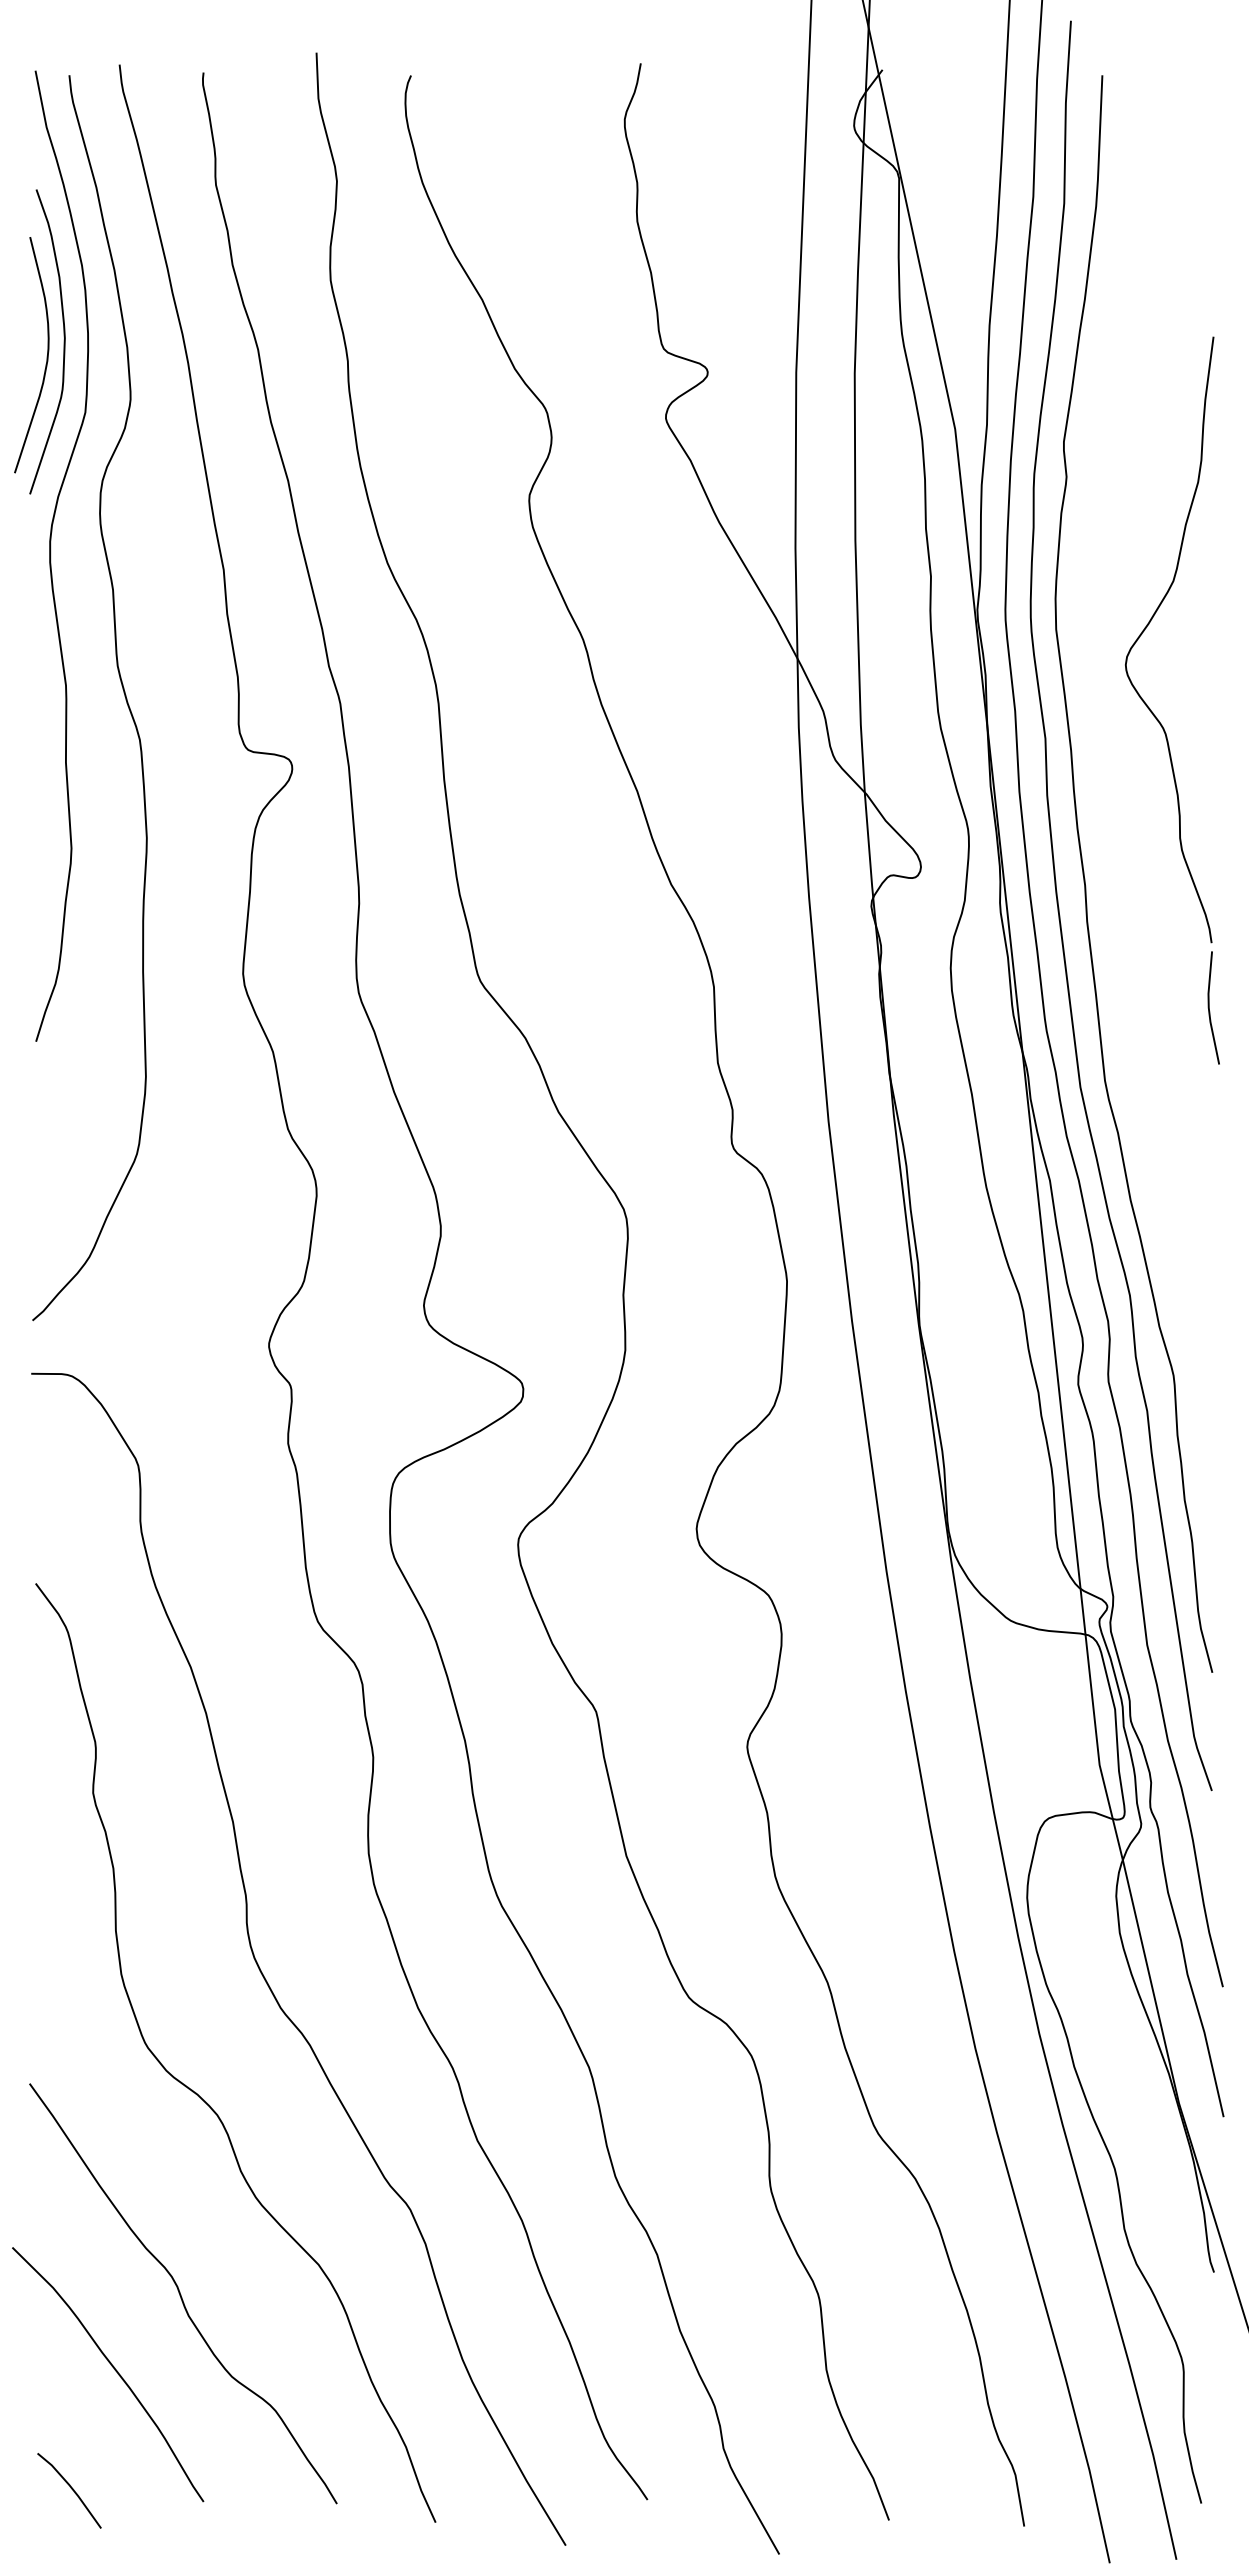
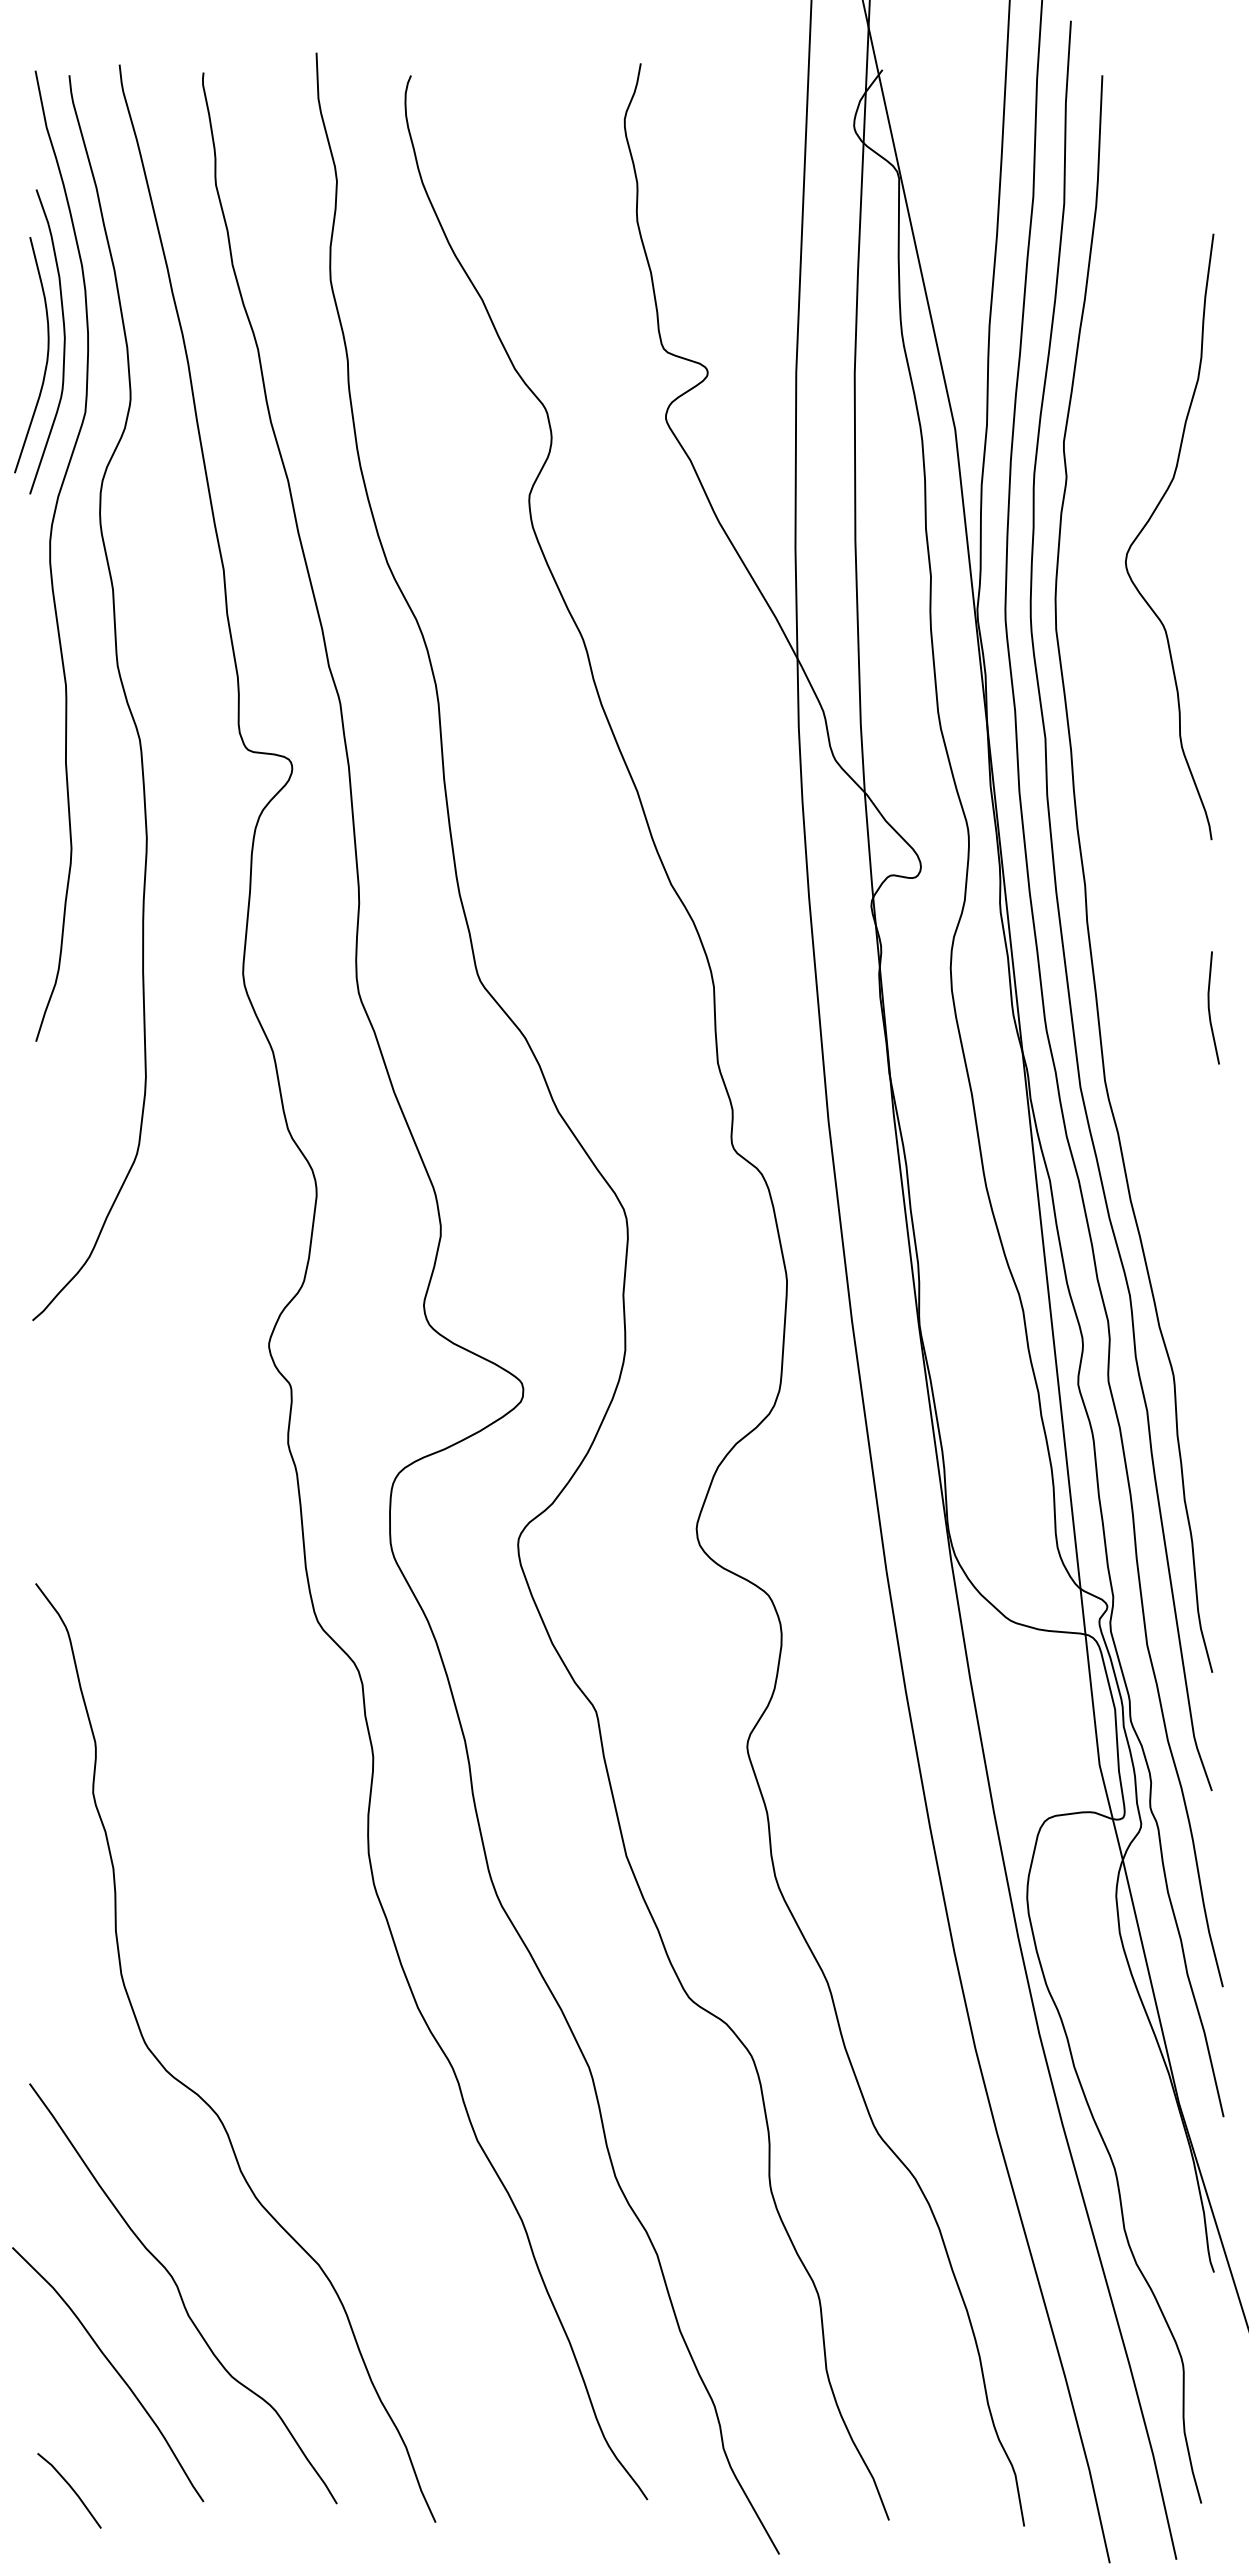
curve at (1149, 624) position: (1149, 624) -> (1149, 521)
curve at (264, 1975): present -> none
